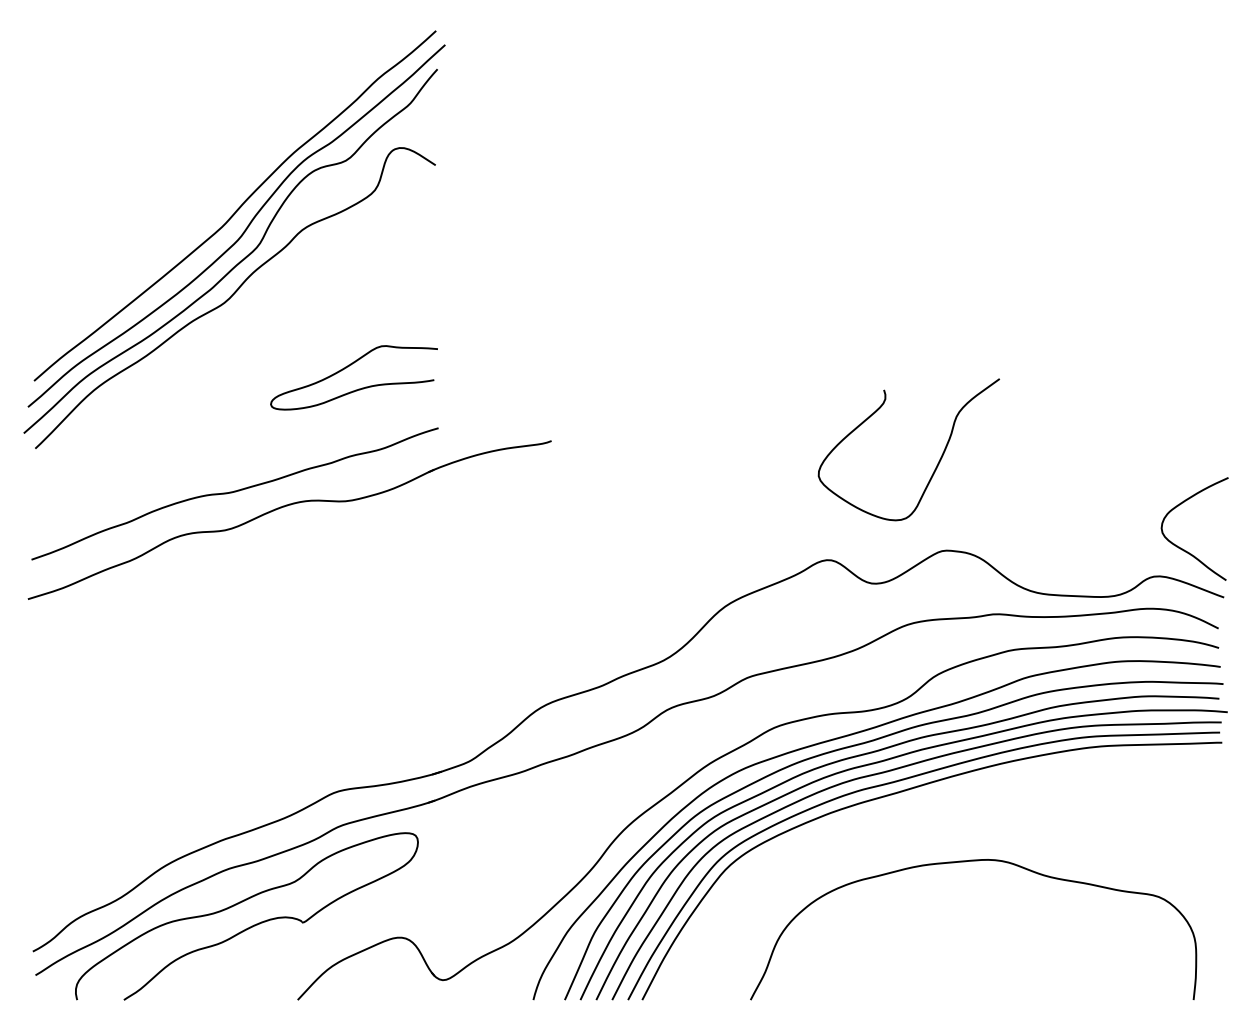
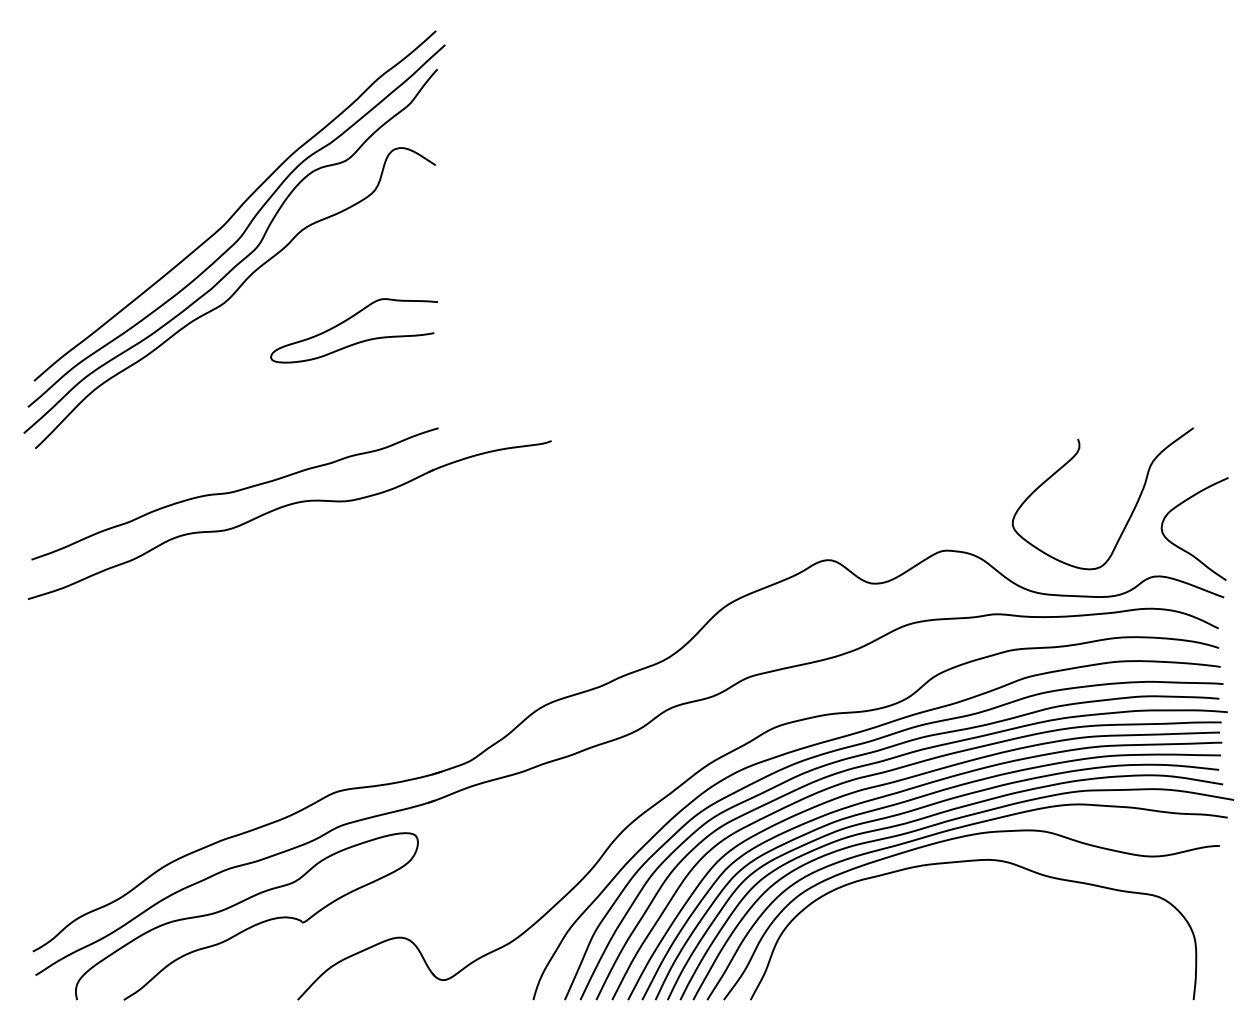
curve at (348, 367) position: (348, 367) -> (348, 320)
curve at (937, 463) position: (937, 463) -> (1131, 512)
part at (935, 844): none -> present
